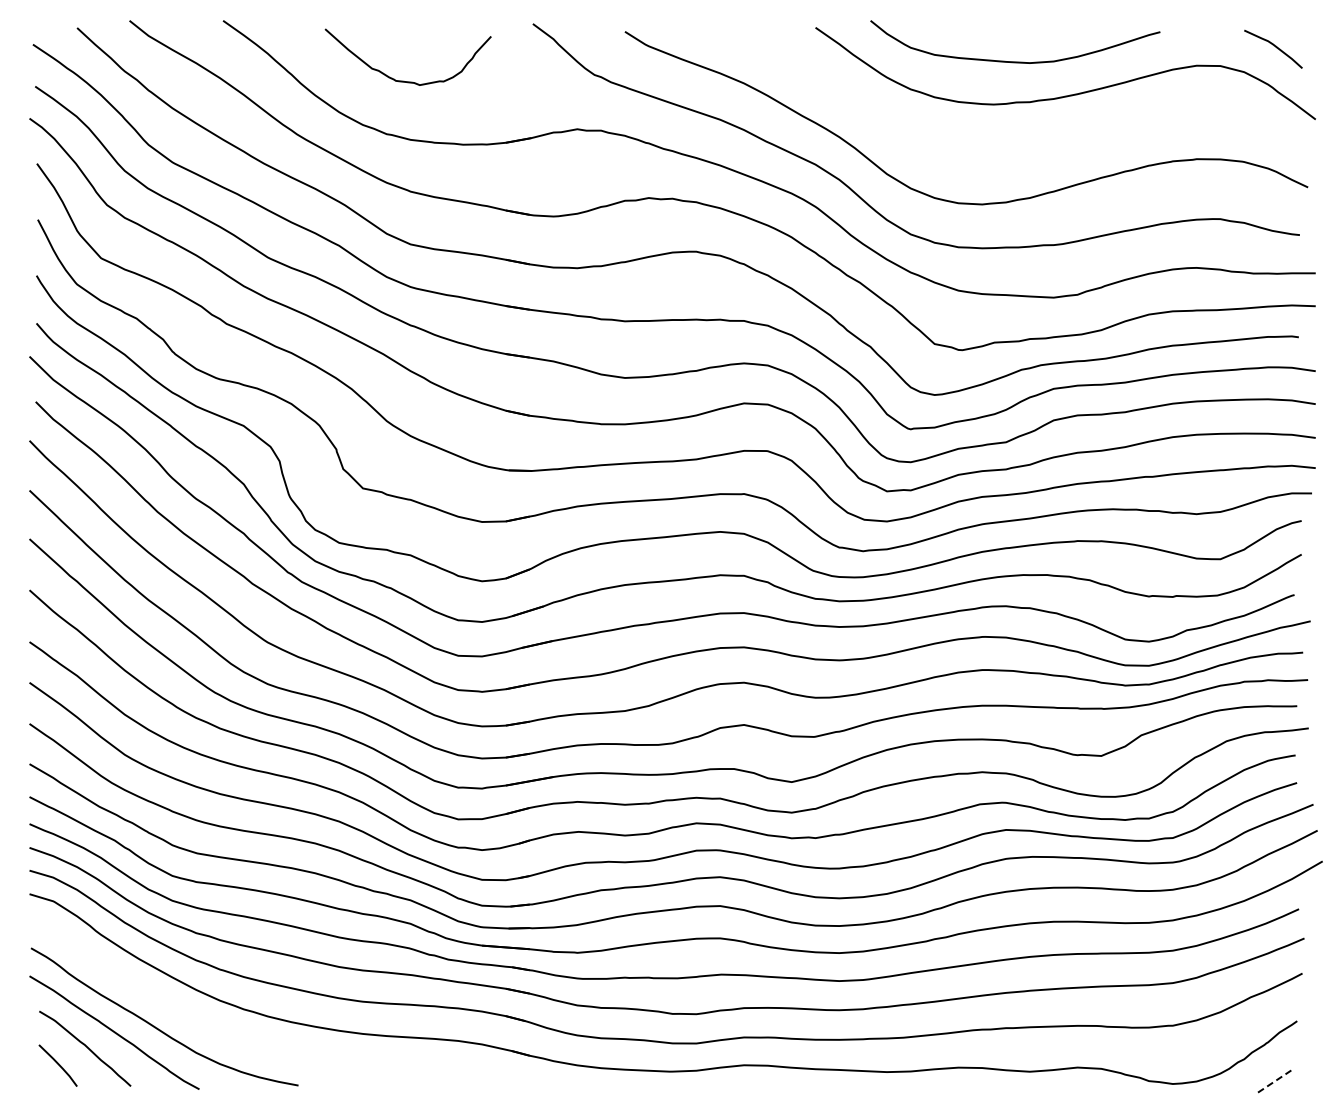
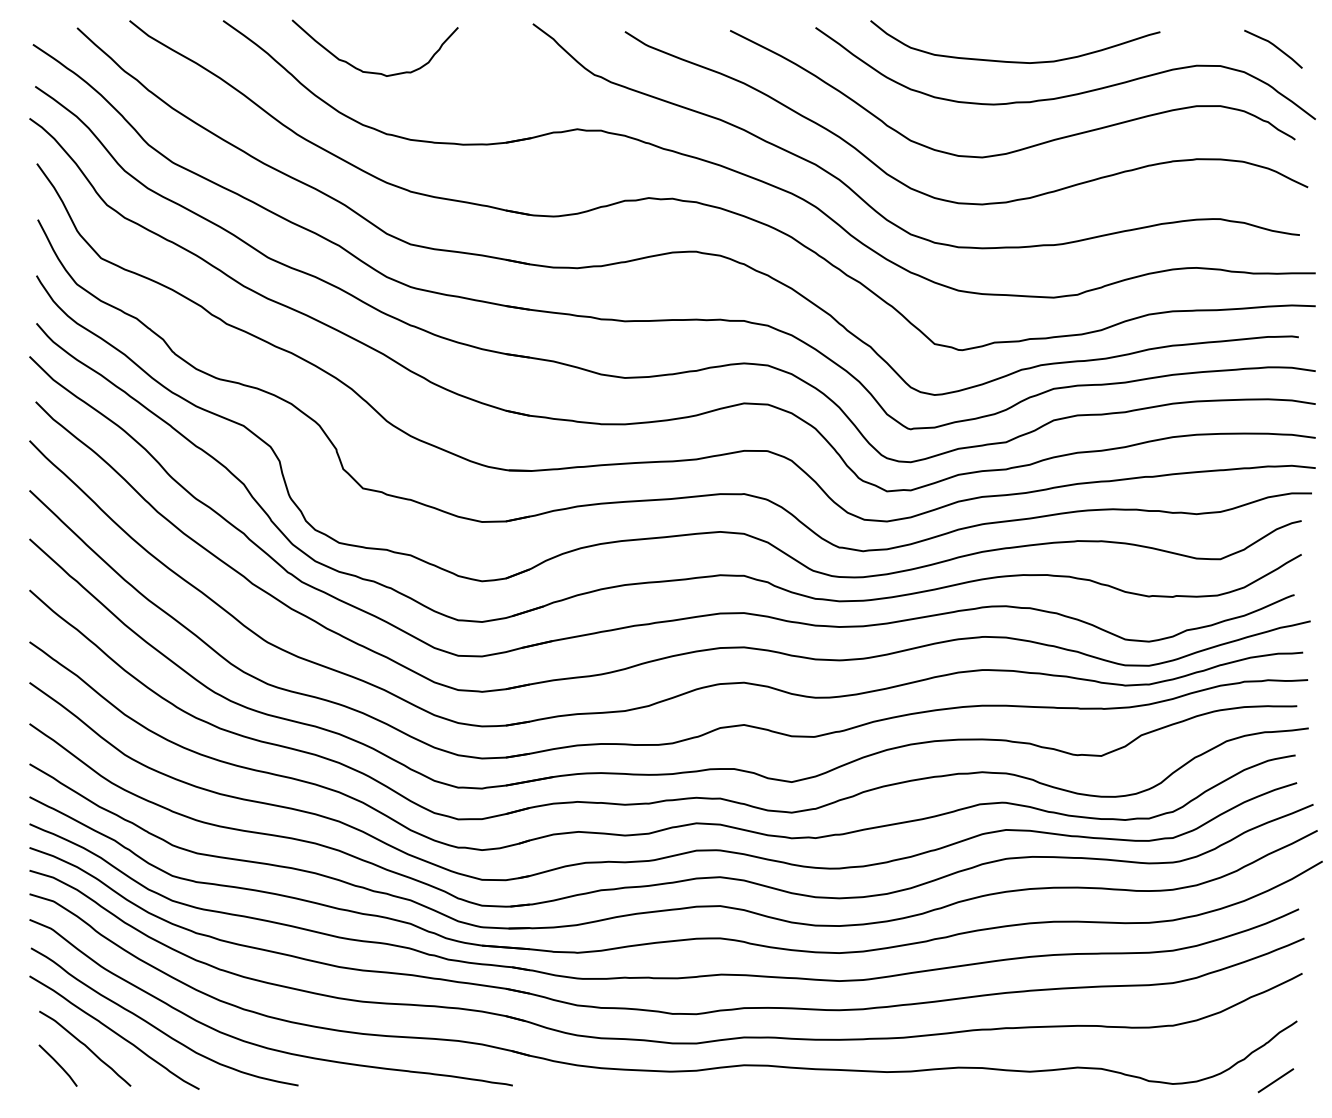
curve at (403, 80) position: (403, 80) -> (370, 71)
curve at (1027, 146): none -> present
curve at (255, 1043): none -> present
line at (1275, 1080): dashed -> solid
